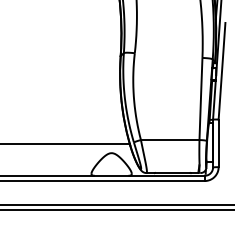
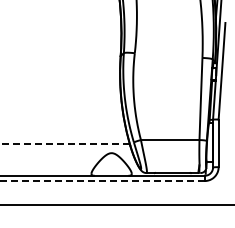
line at (64, 144): solid -> dashed
line at (102, 181): solid -> dashed
line at (116, 209): present -> none
